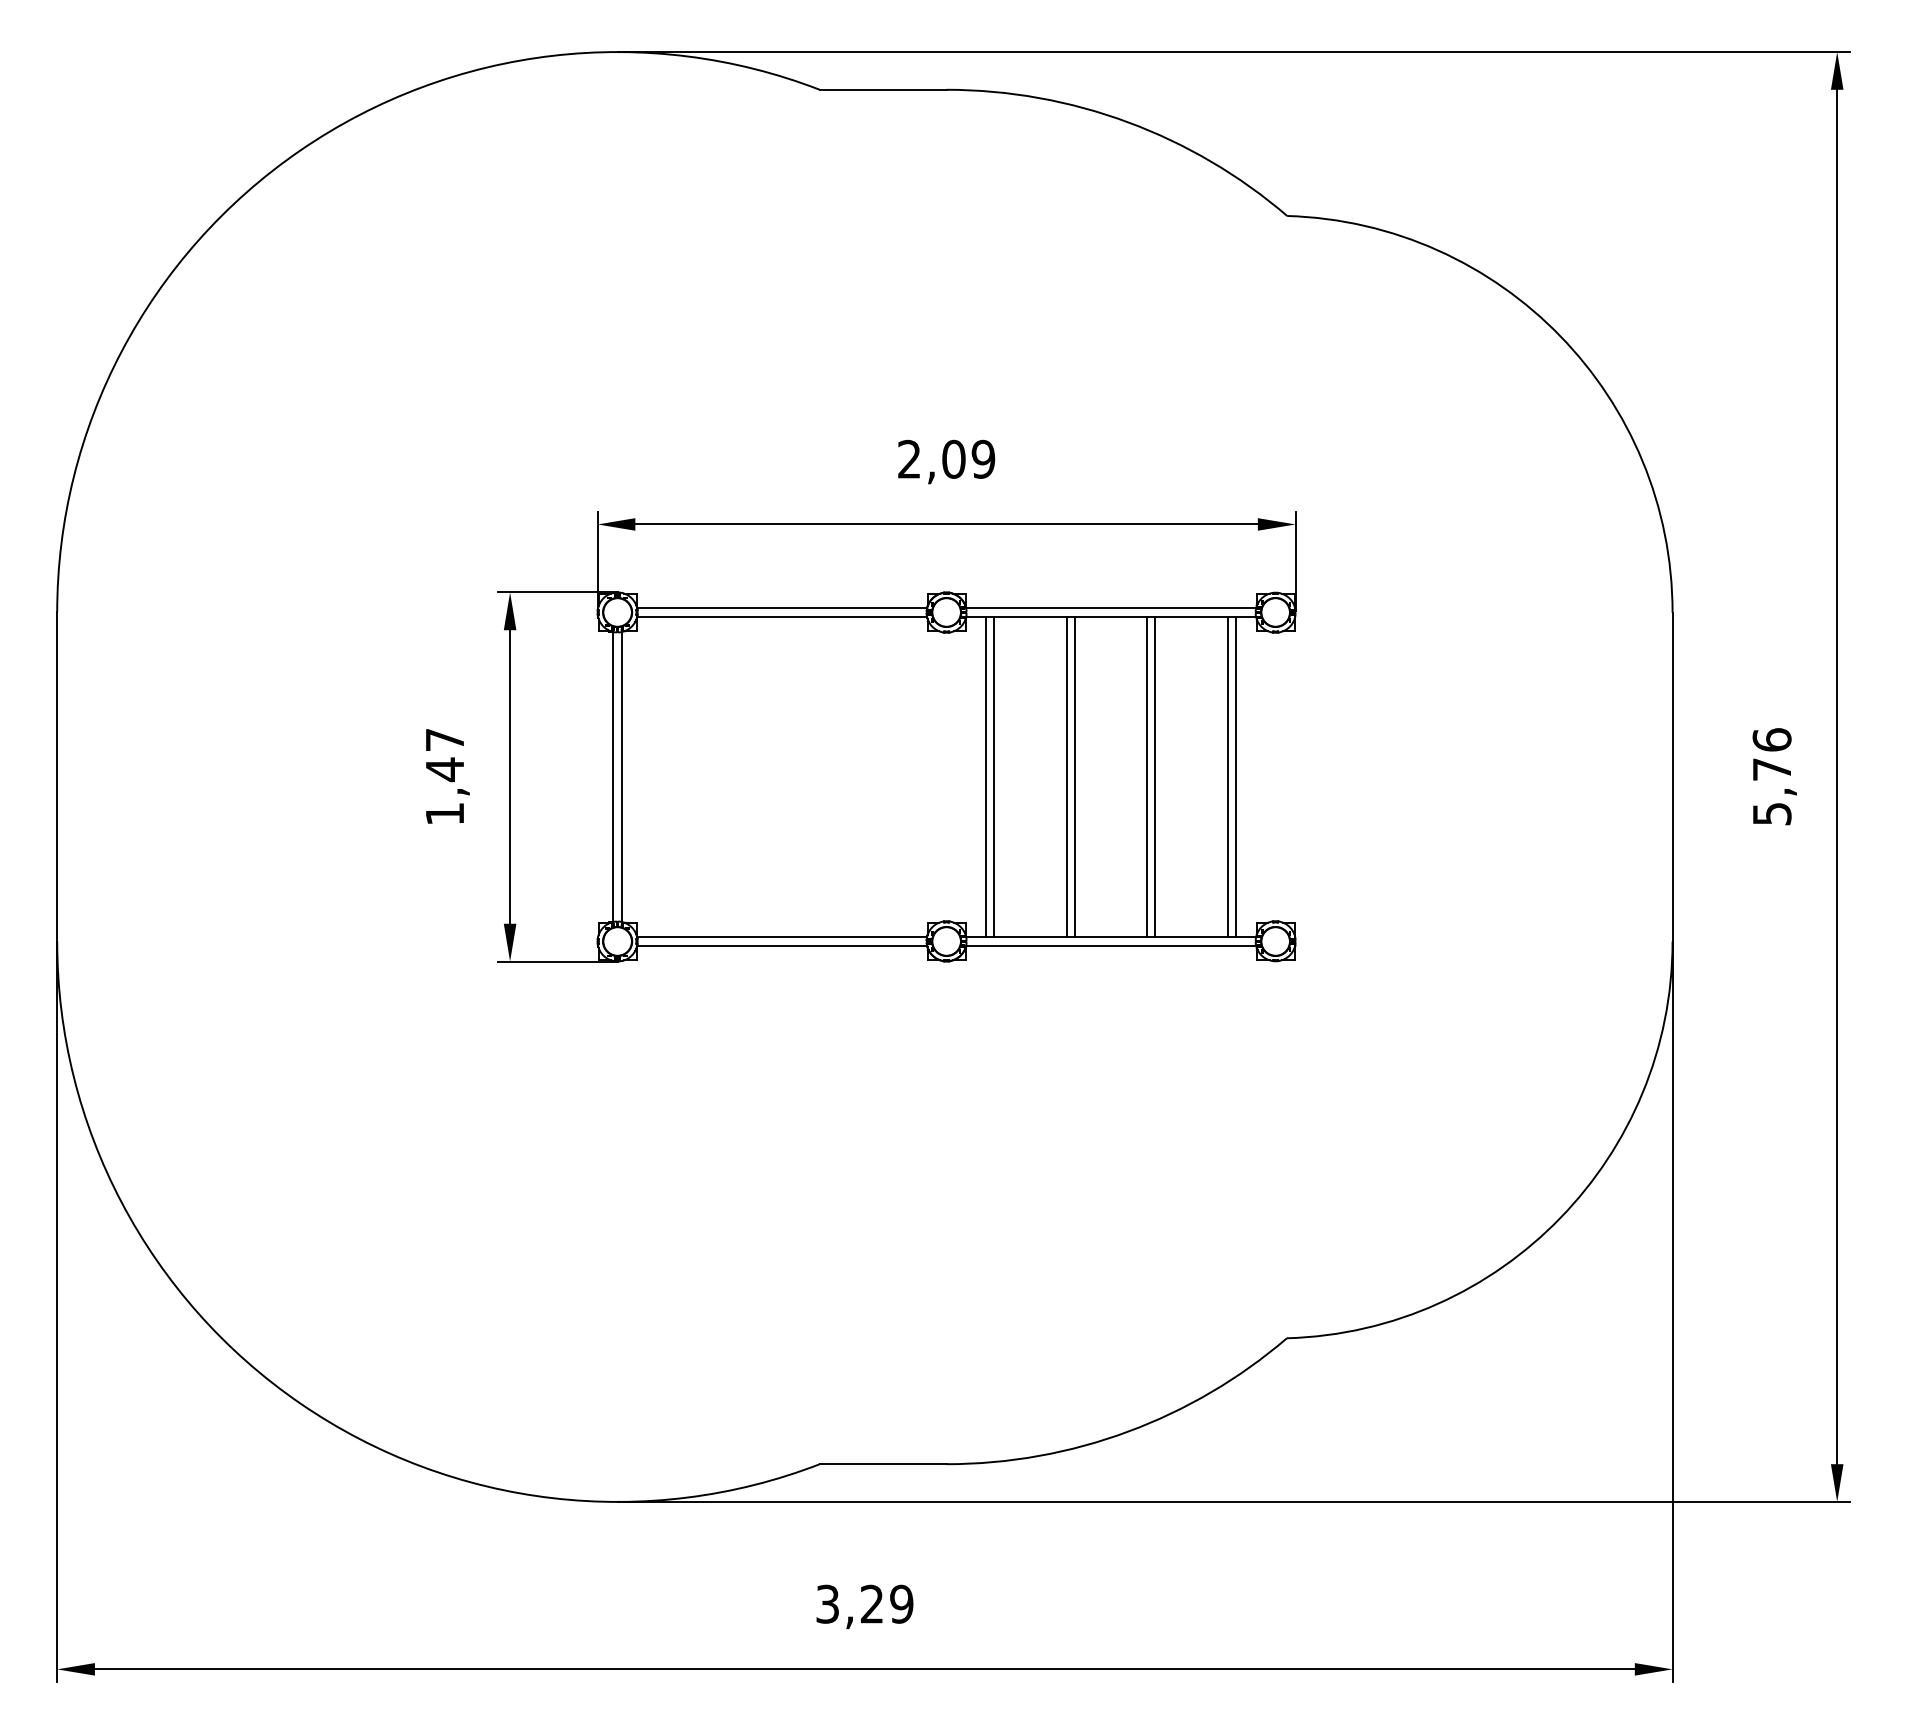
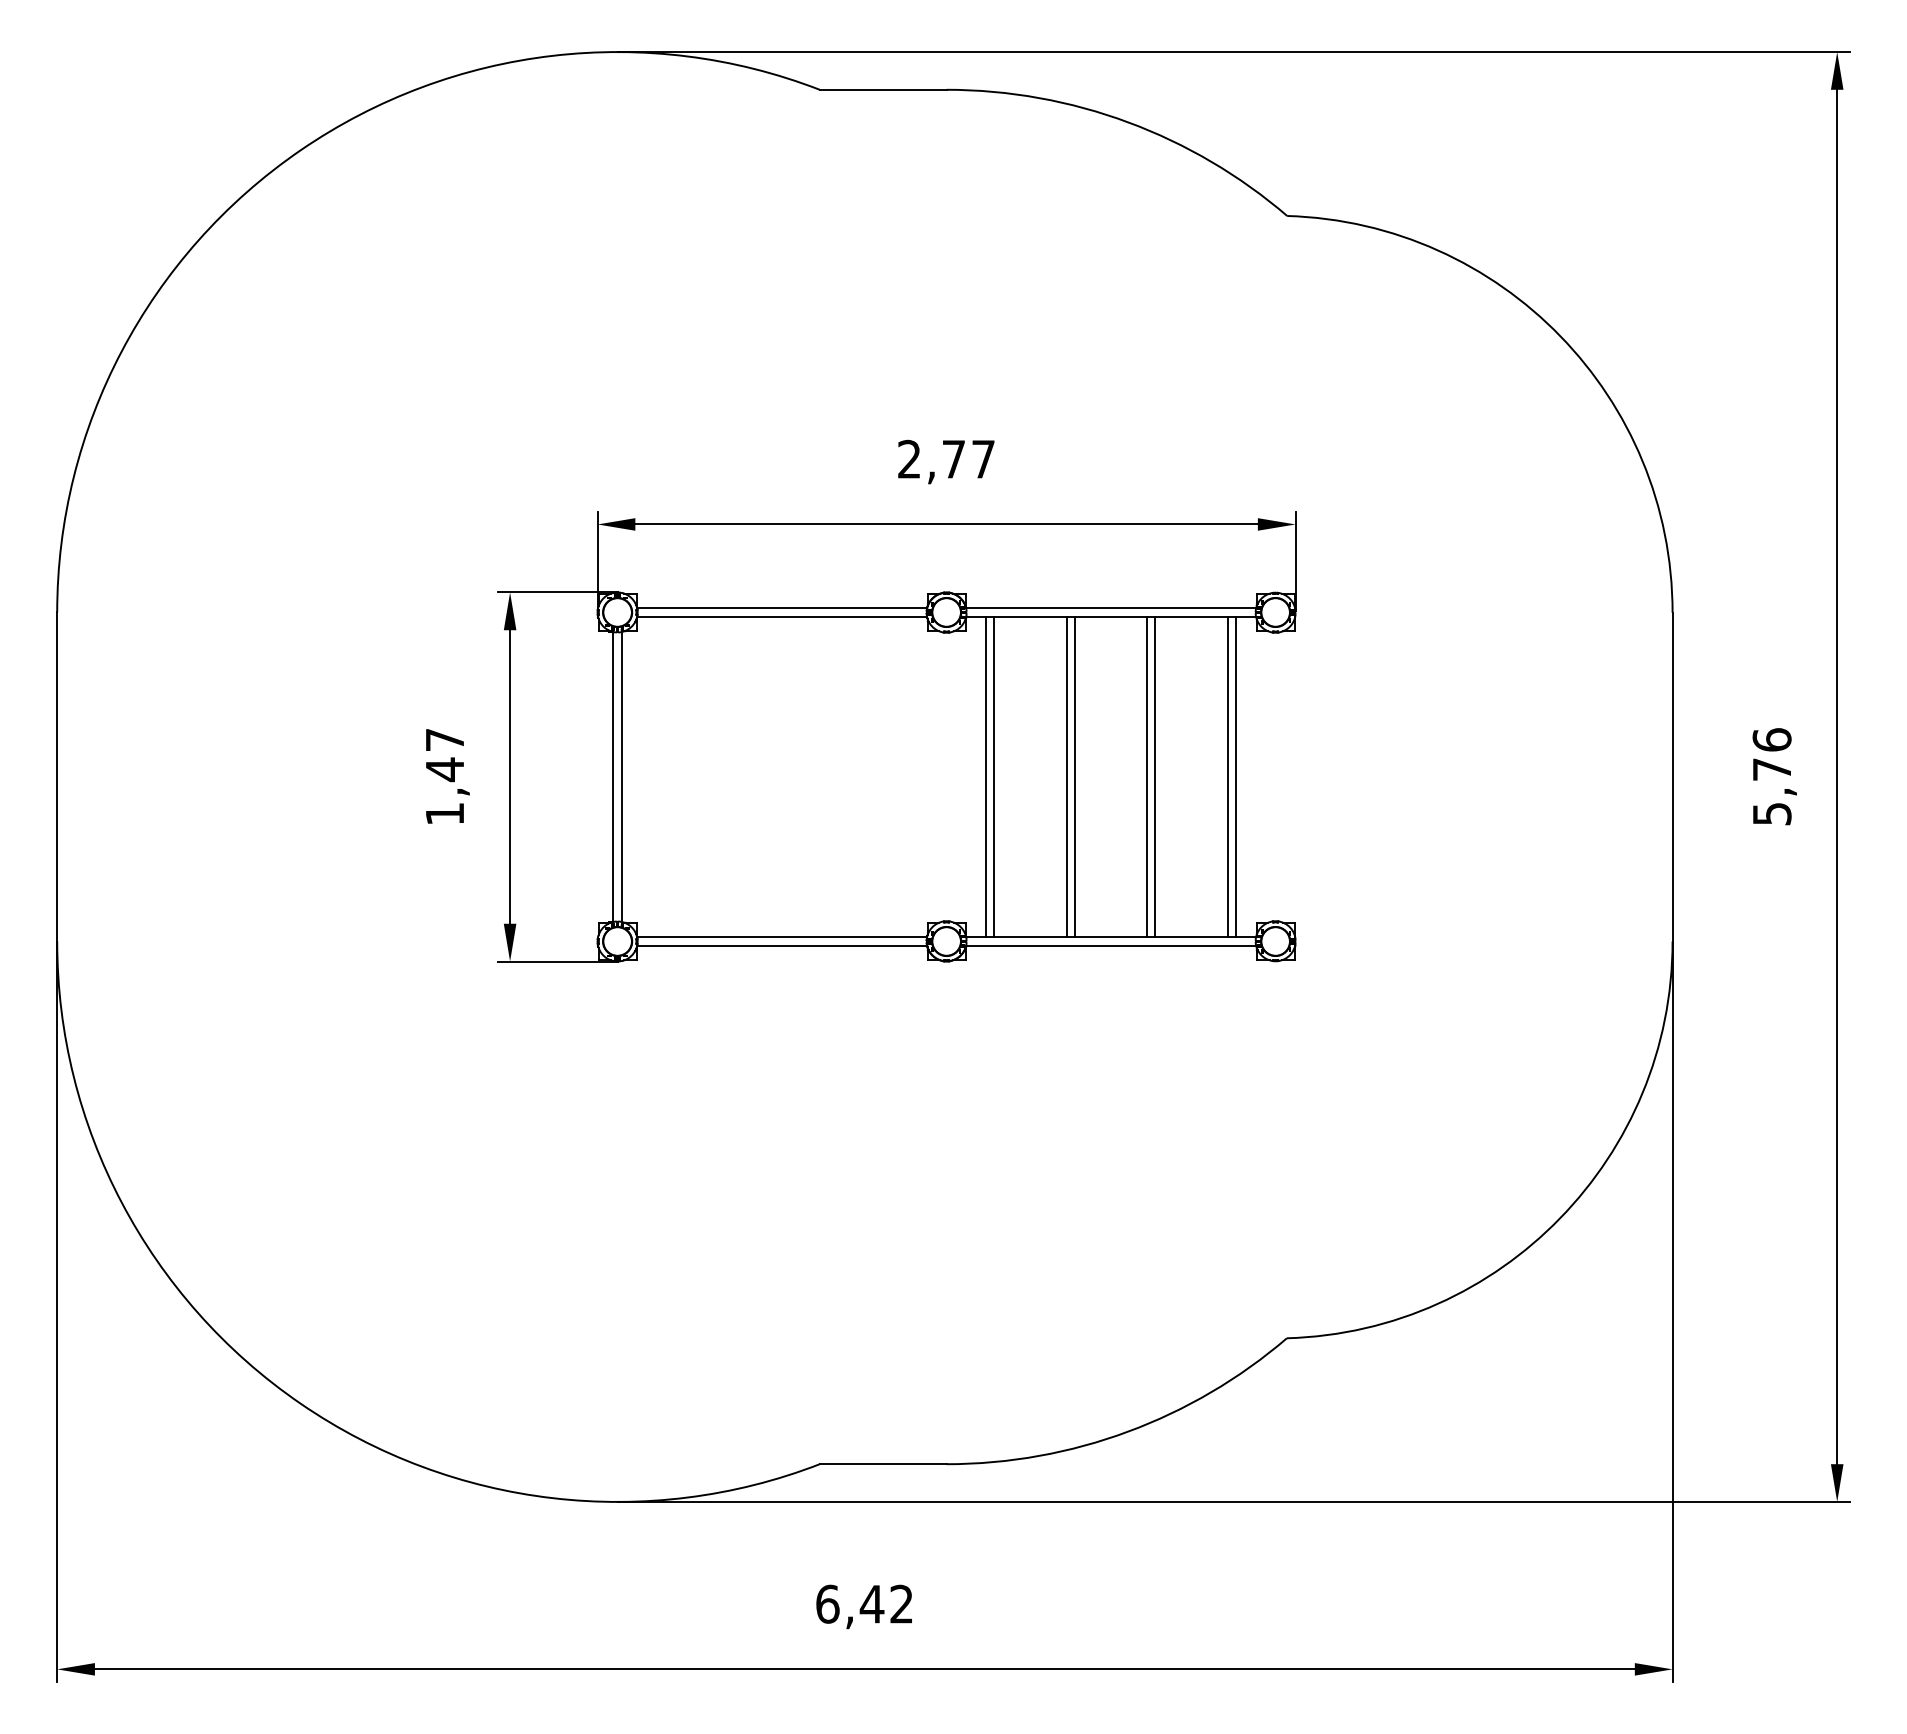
text at (968, 458): 2,09 -> 2,77
text at (864, 1603): 3,29 -> 6,42
